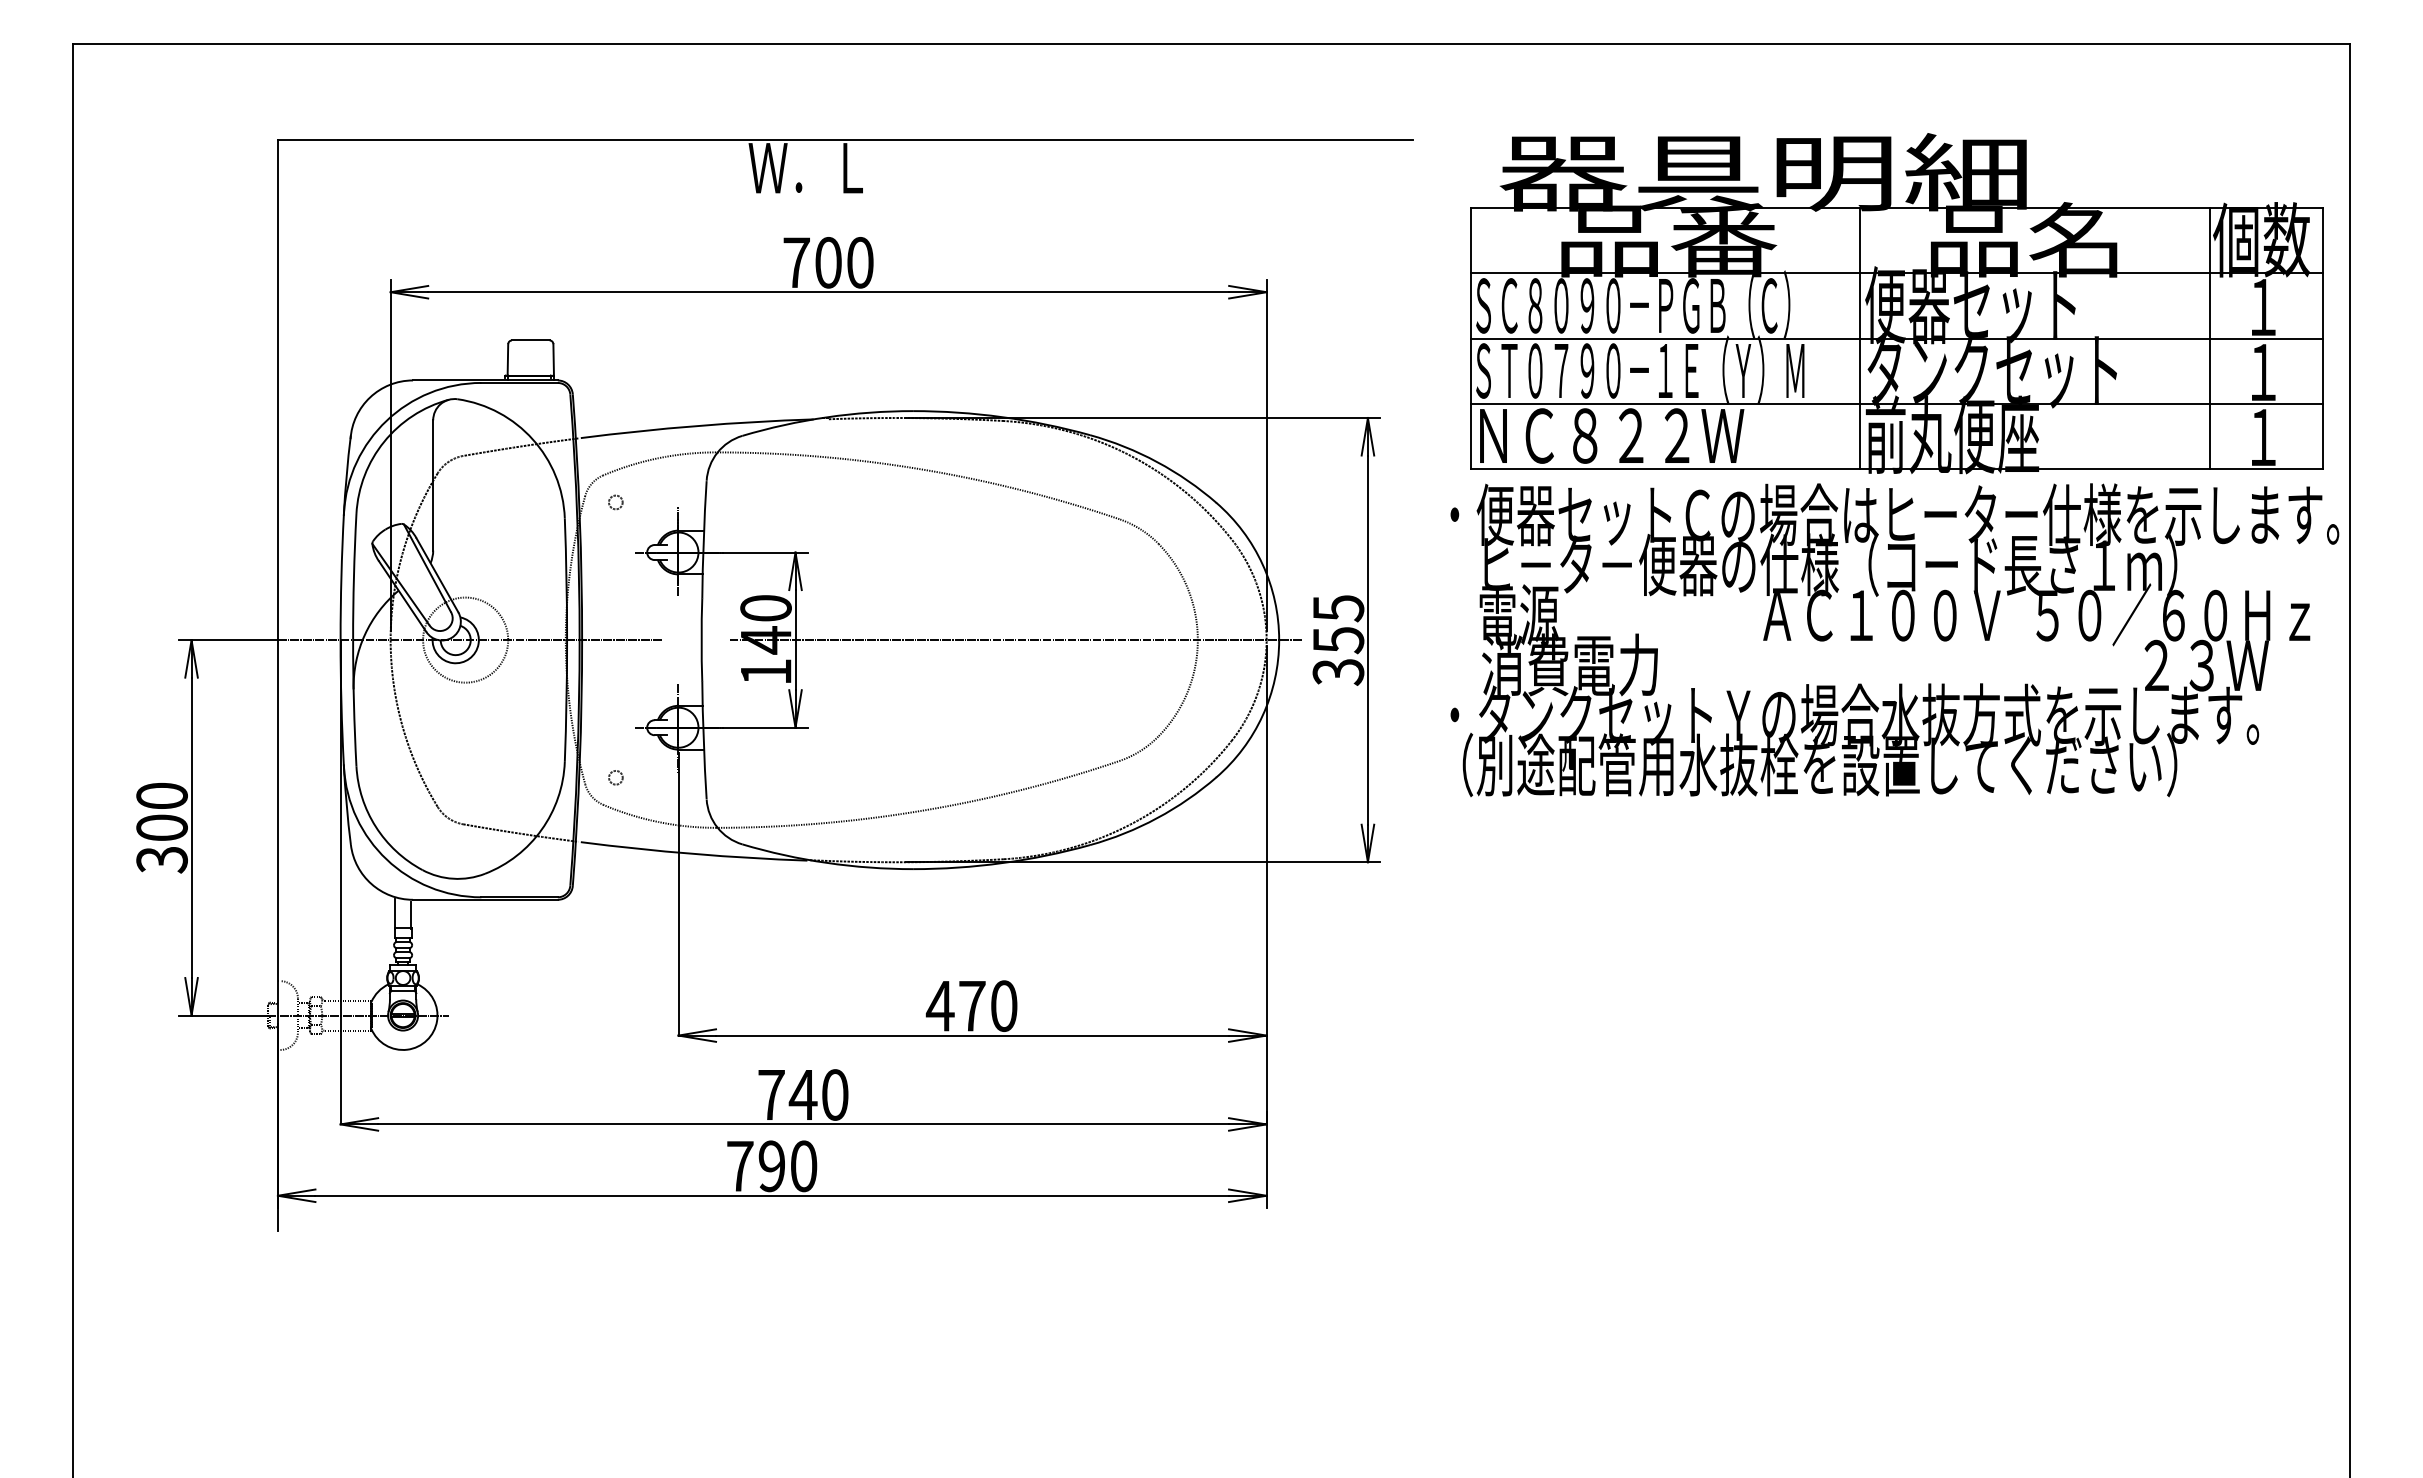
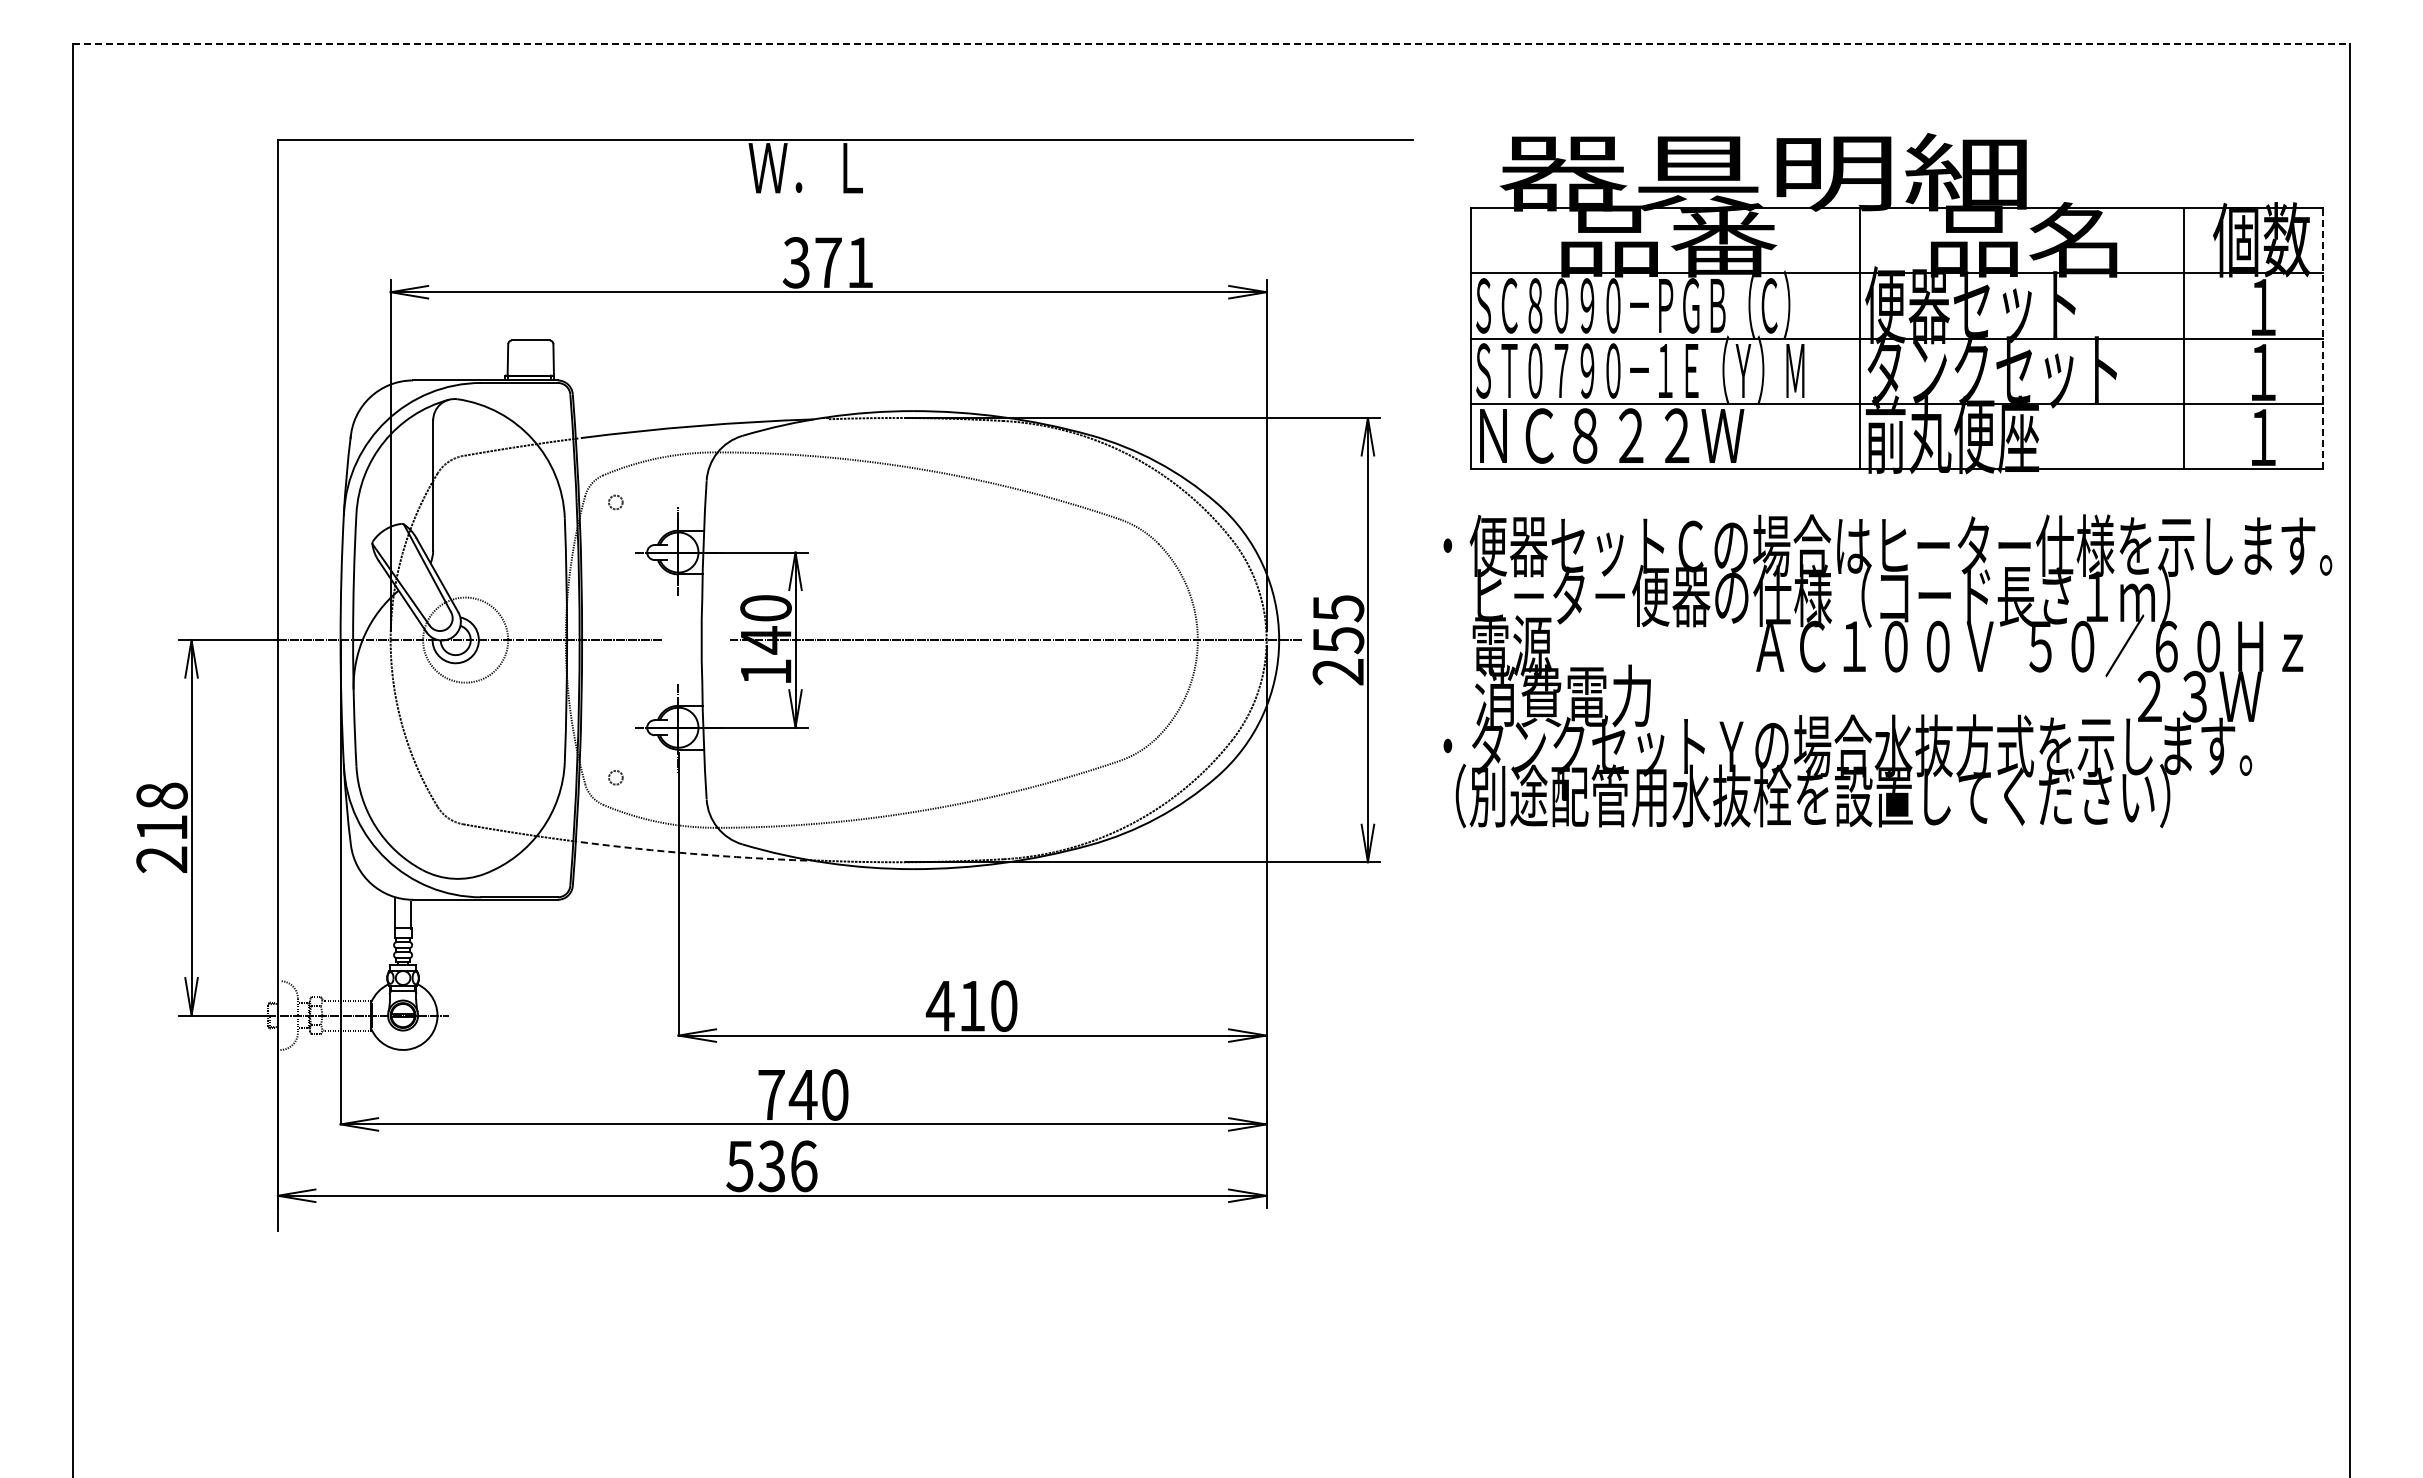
line at (1211, 44): solid -> dashed
text at (827, 262): 700 -> 371
line at (2210, 338) position: (2210, 338) -> (2184, 338)
line at (2322, 338): solid -> dashed
text at (1894, 640) position: (1894, 640) -> (1887, 671)
text at (1338, 672): 355 -> 255
text at (161, 827): 300 -> 218
arc at (693, 853): solid -> dashed
text at (972, 1006): 470 -> 410
text at (771, 1166): 790 -> 536
